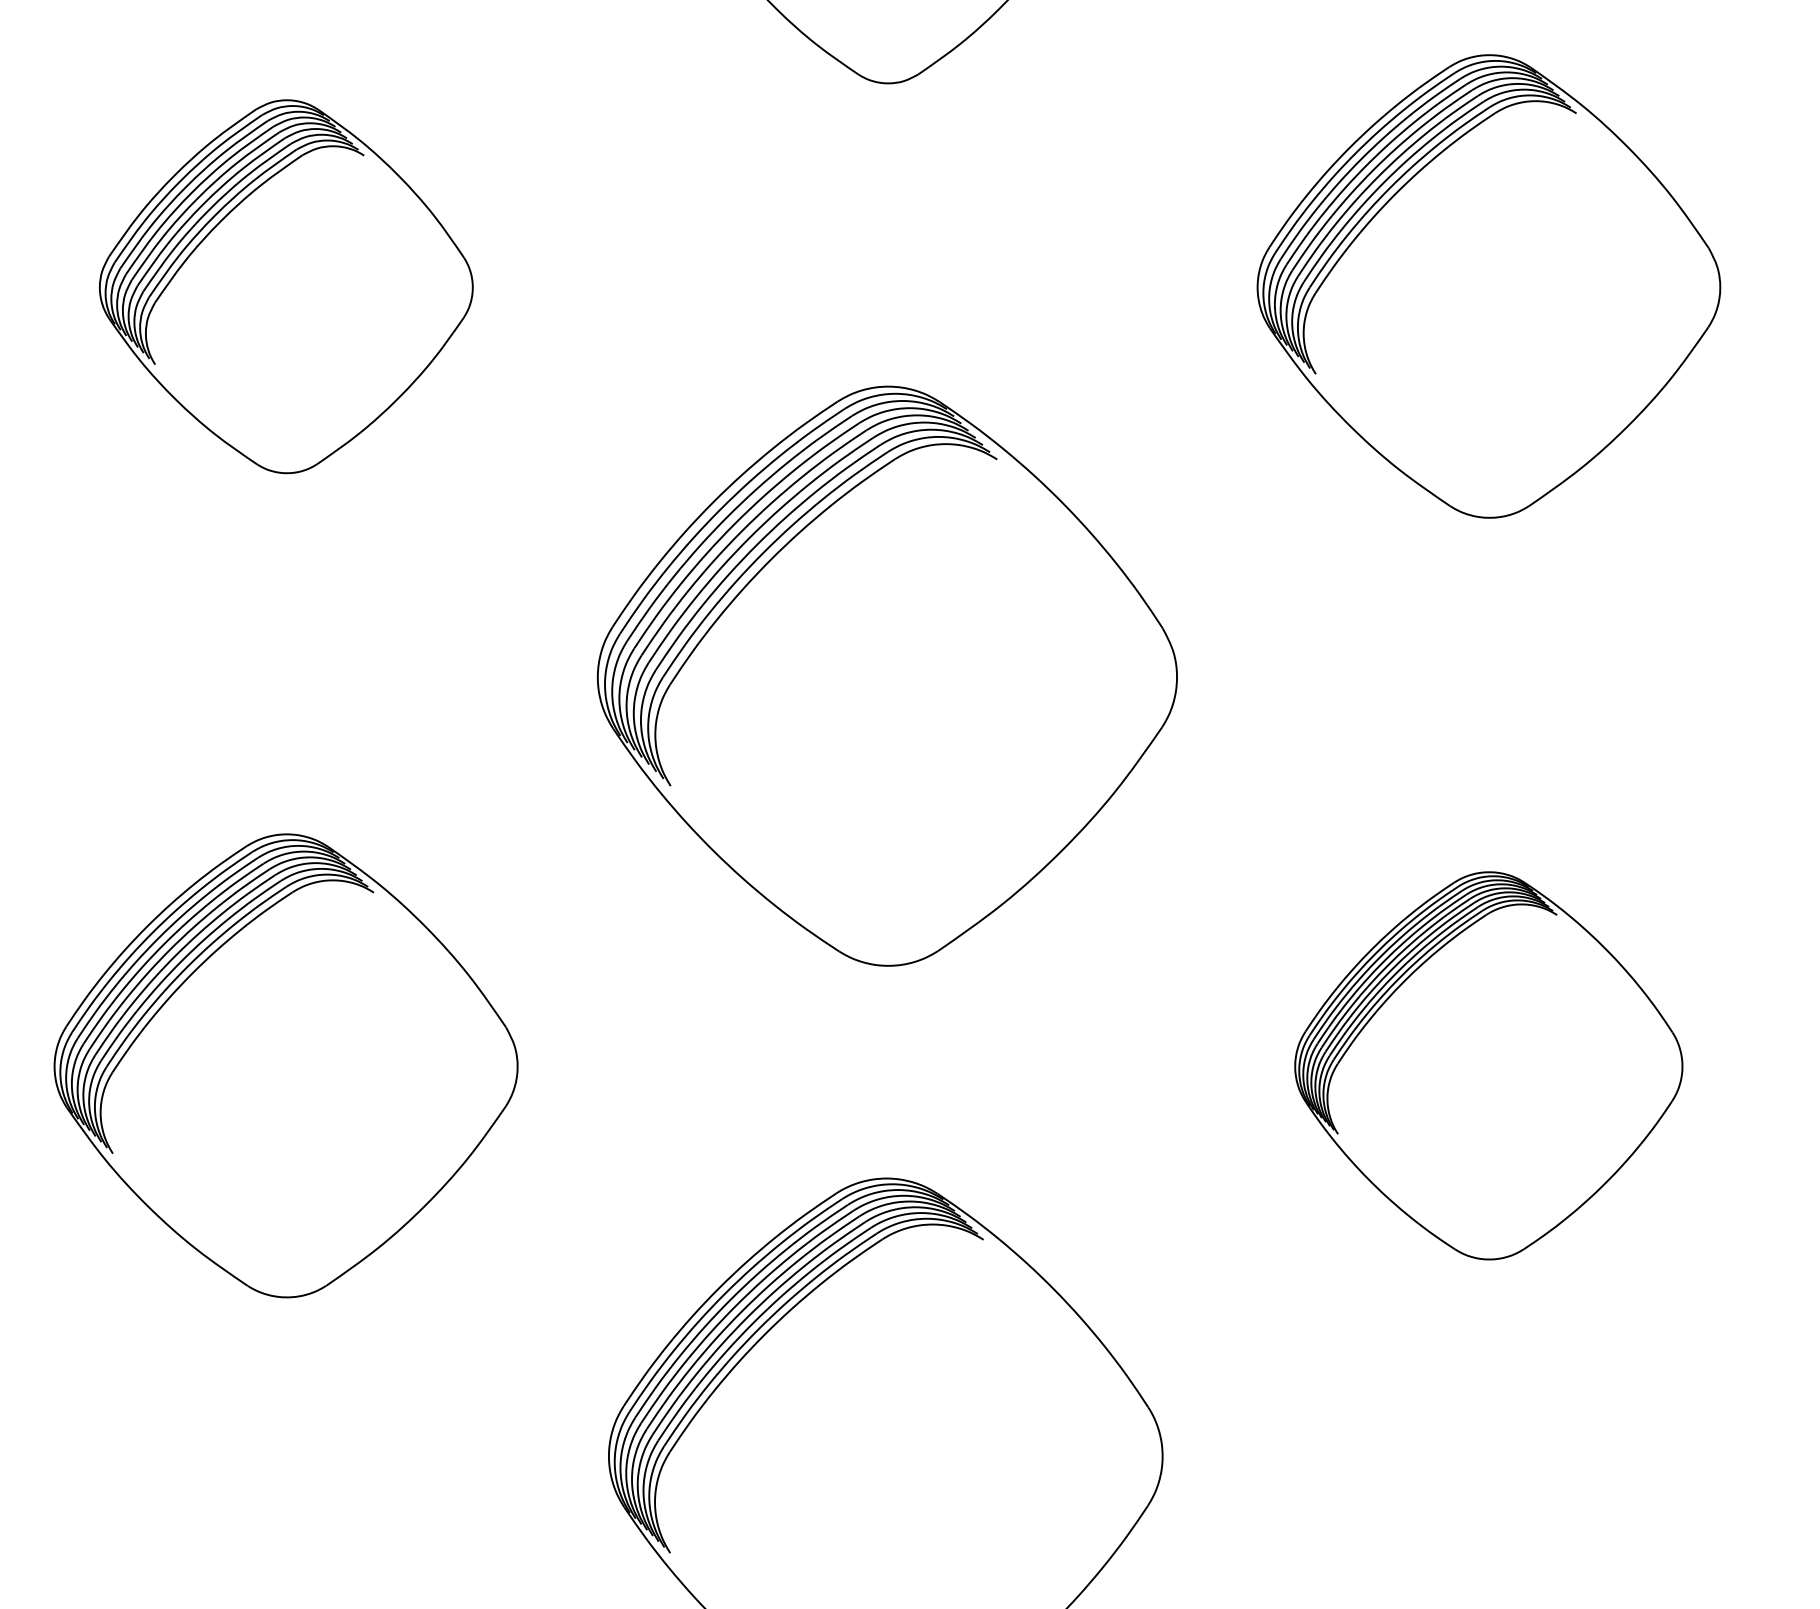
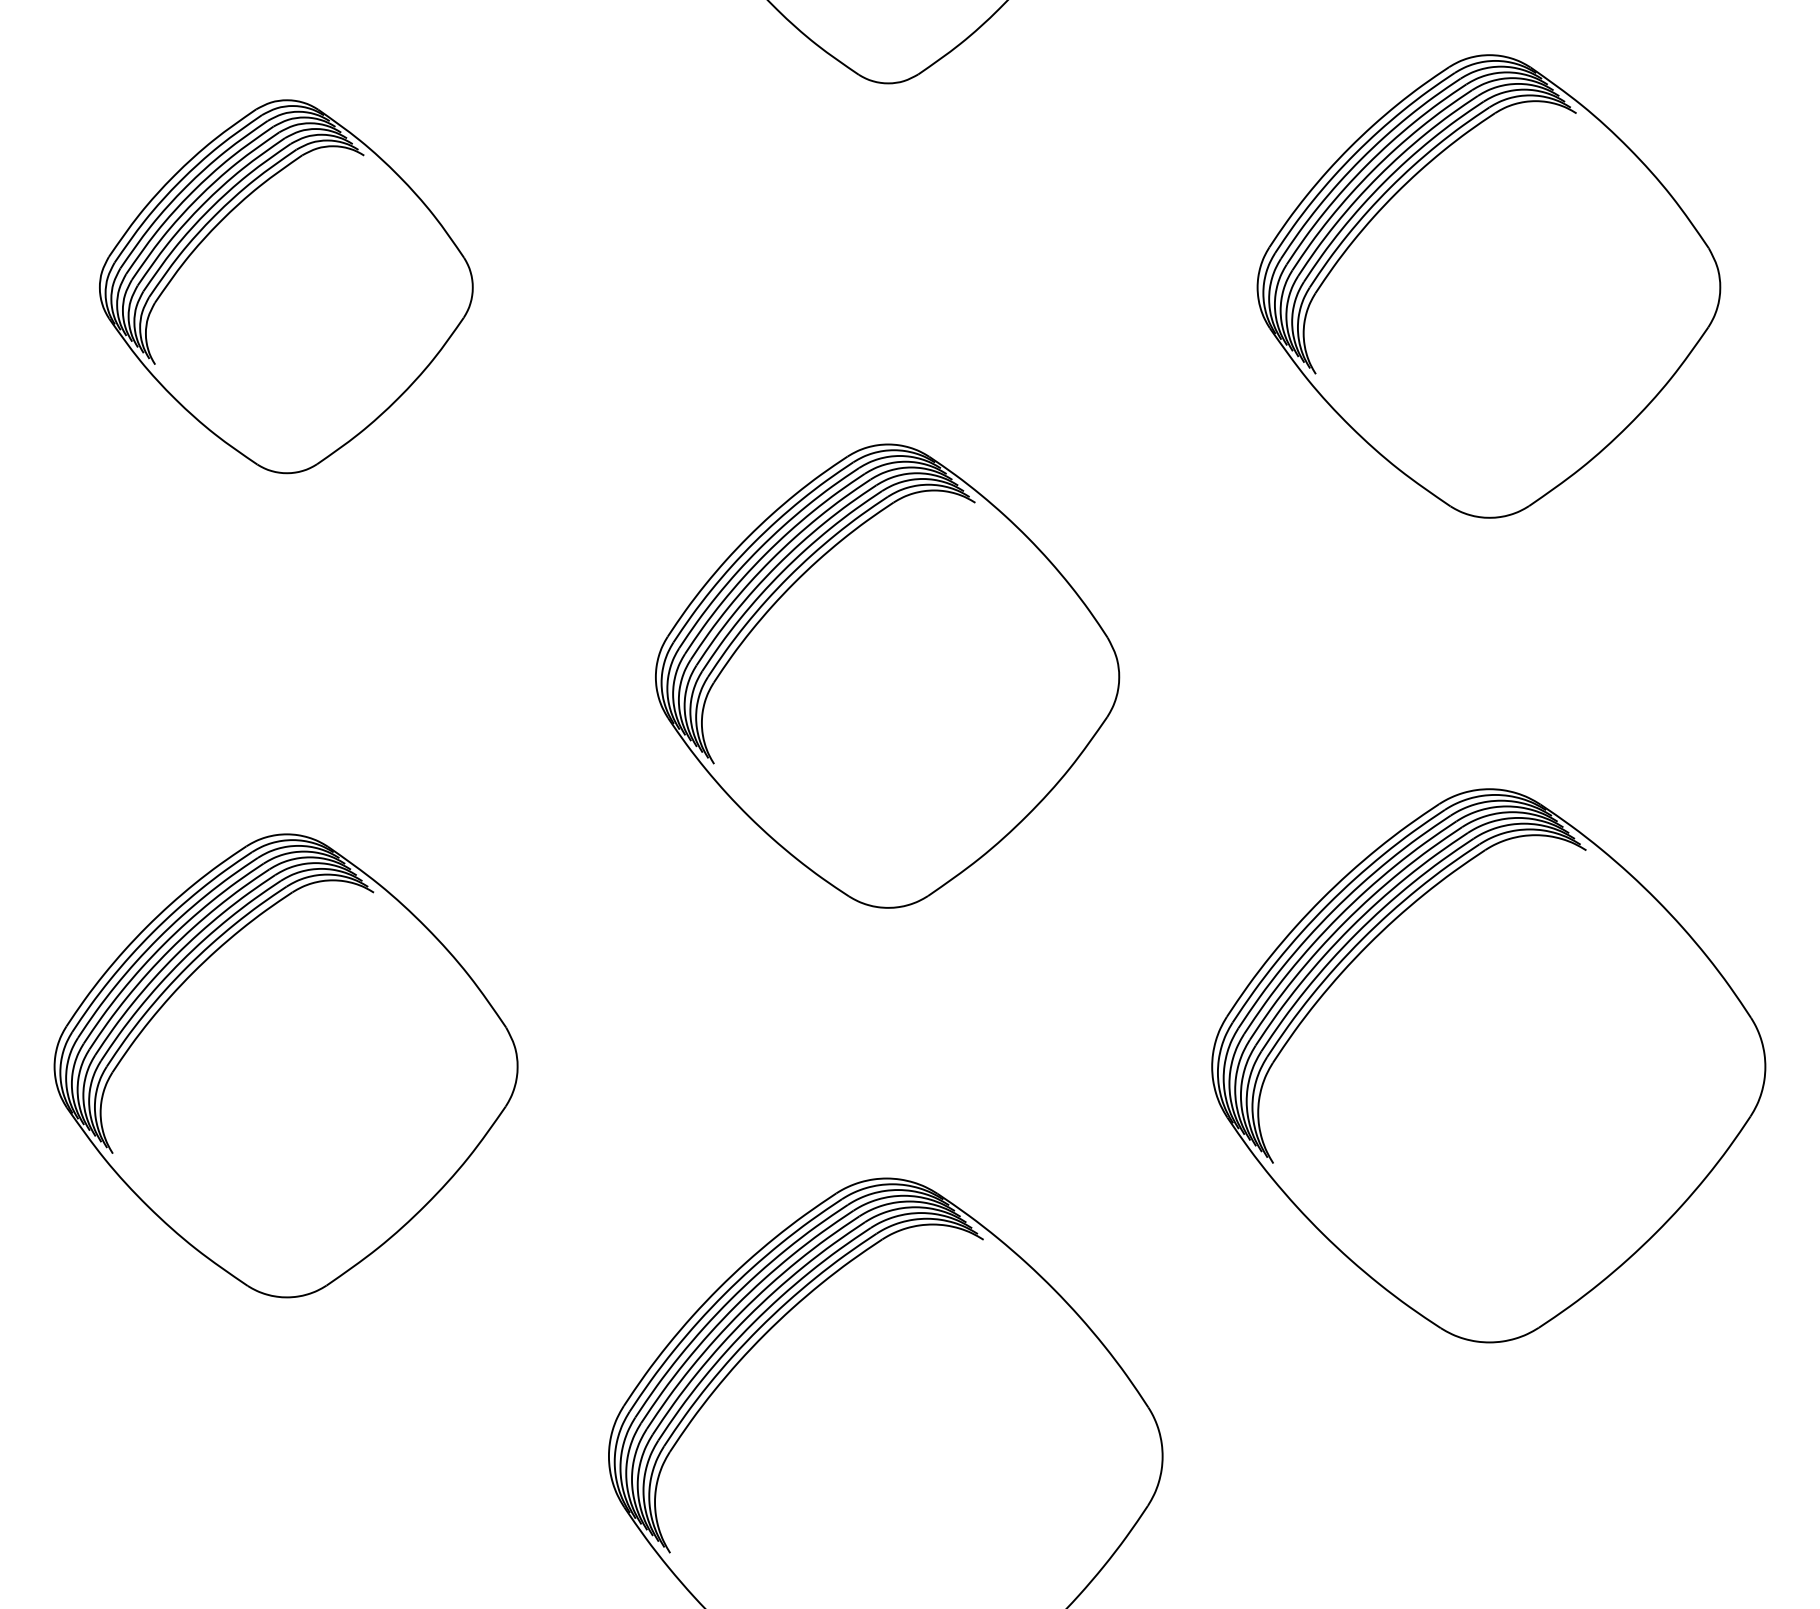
part at (886, 675) size: 582x582 px -> 466x466 px
part at (1488, 1065) size: 390x390 px -> 556x556 px
